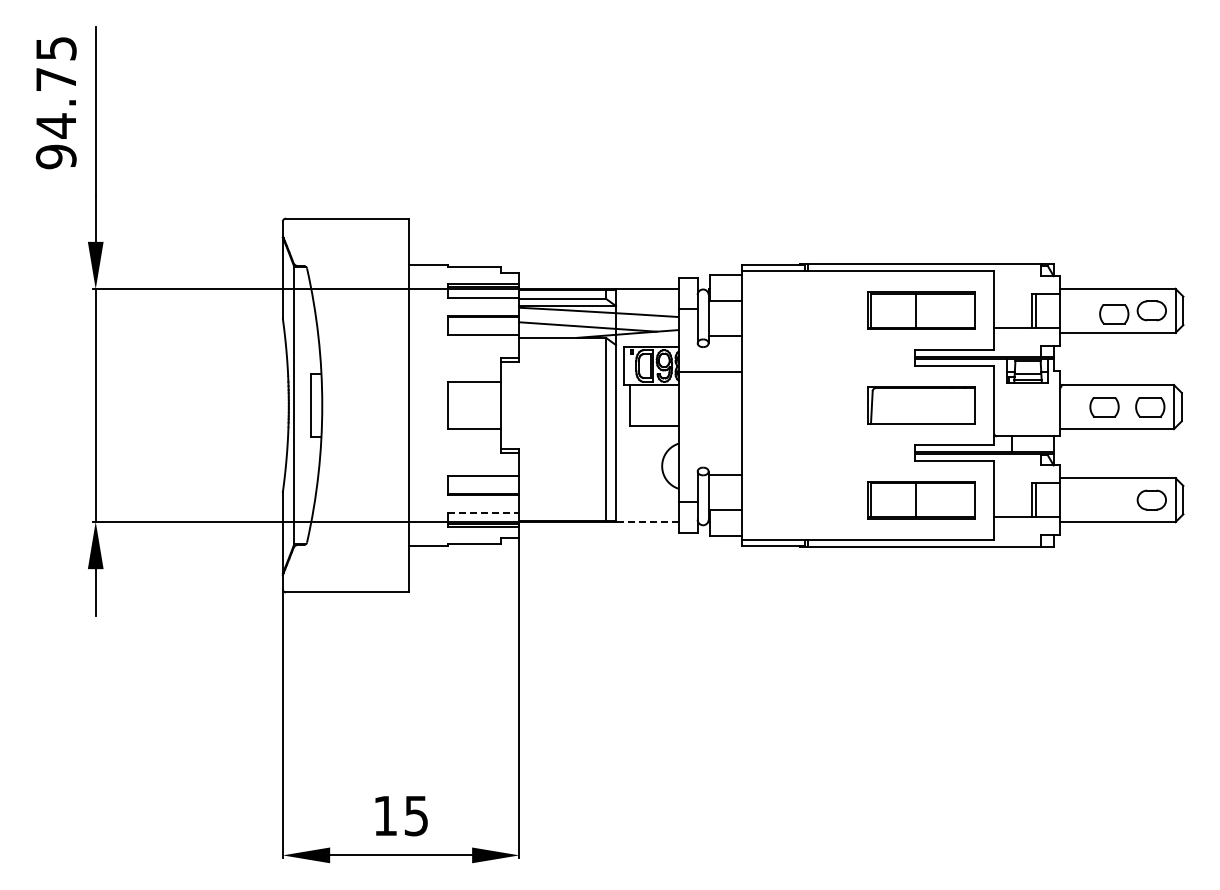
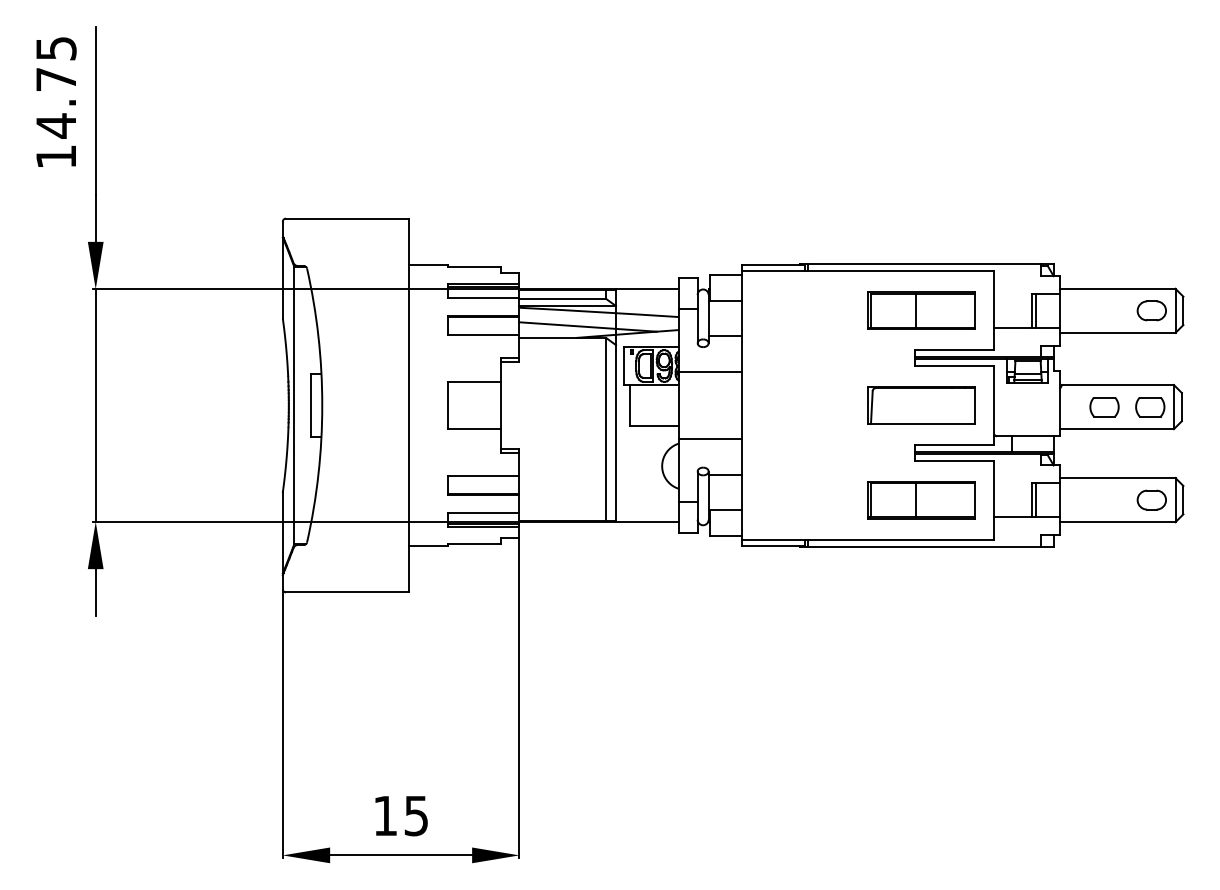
text at (55, 156): 94.75 -> 14.75
part at (1114, 314): present -> none
line at (709, 438): none -> present
line at (484, 513): dashed -> solid
line at (646, 521): dashed -> solid
